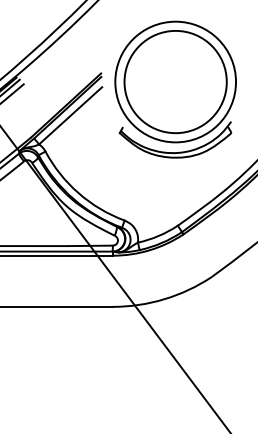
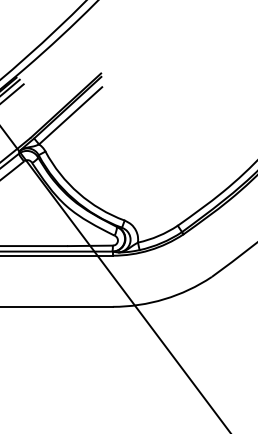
part at (175, 89): present -> none
